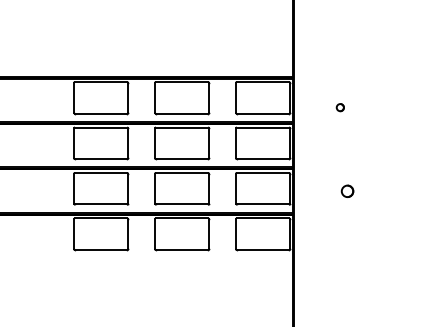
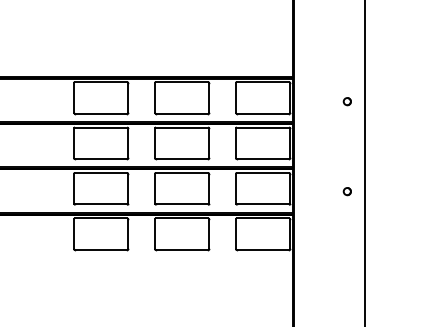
part at (339, 107) position: (339, 107) -> (346, 101)
line at (365, 162): none -> present
part at (347, 190) size: 15x14 px -> 10x10 px
